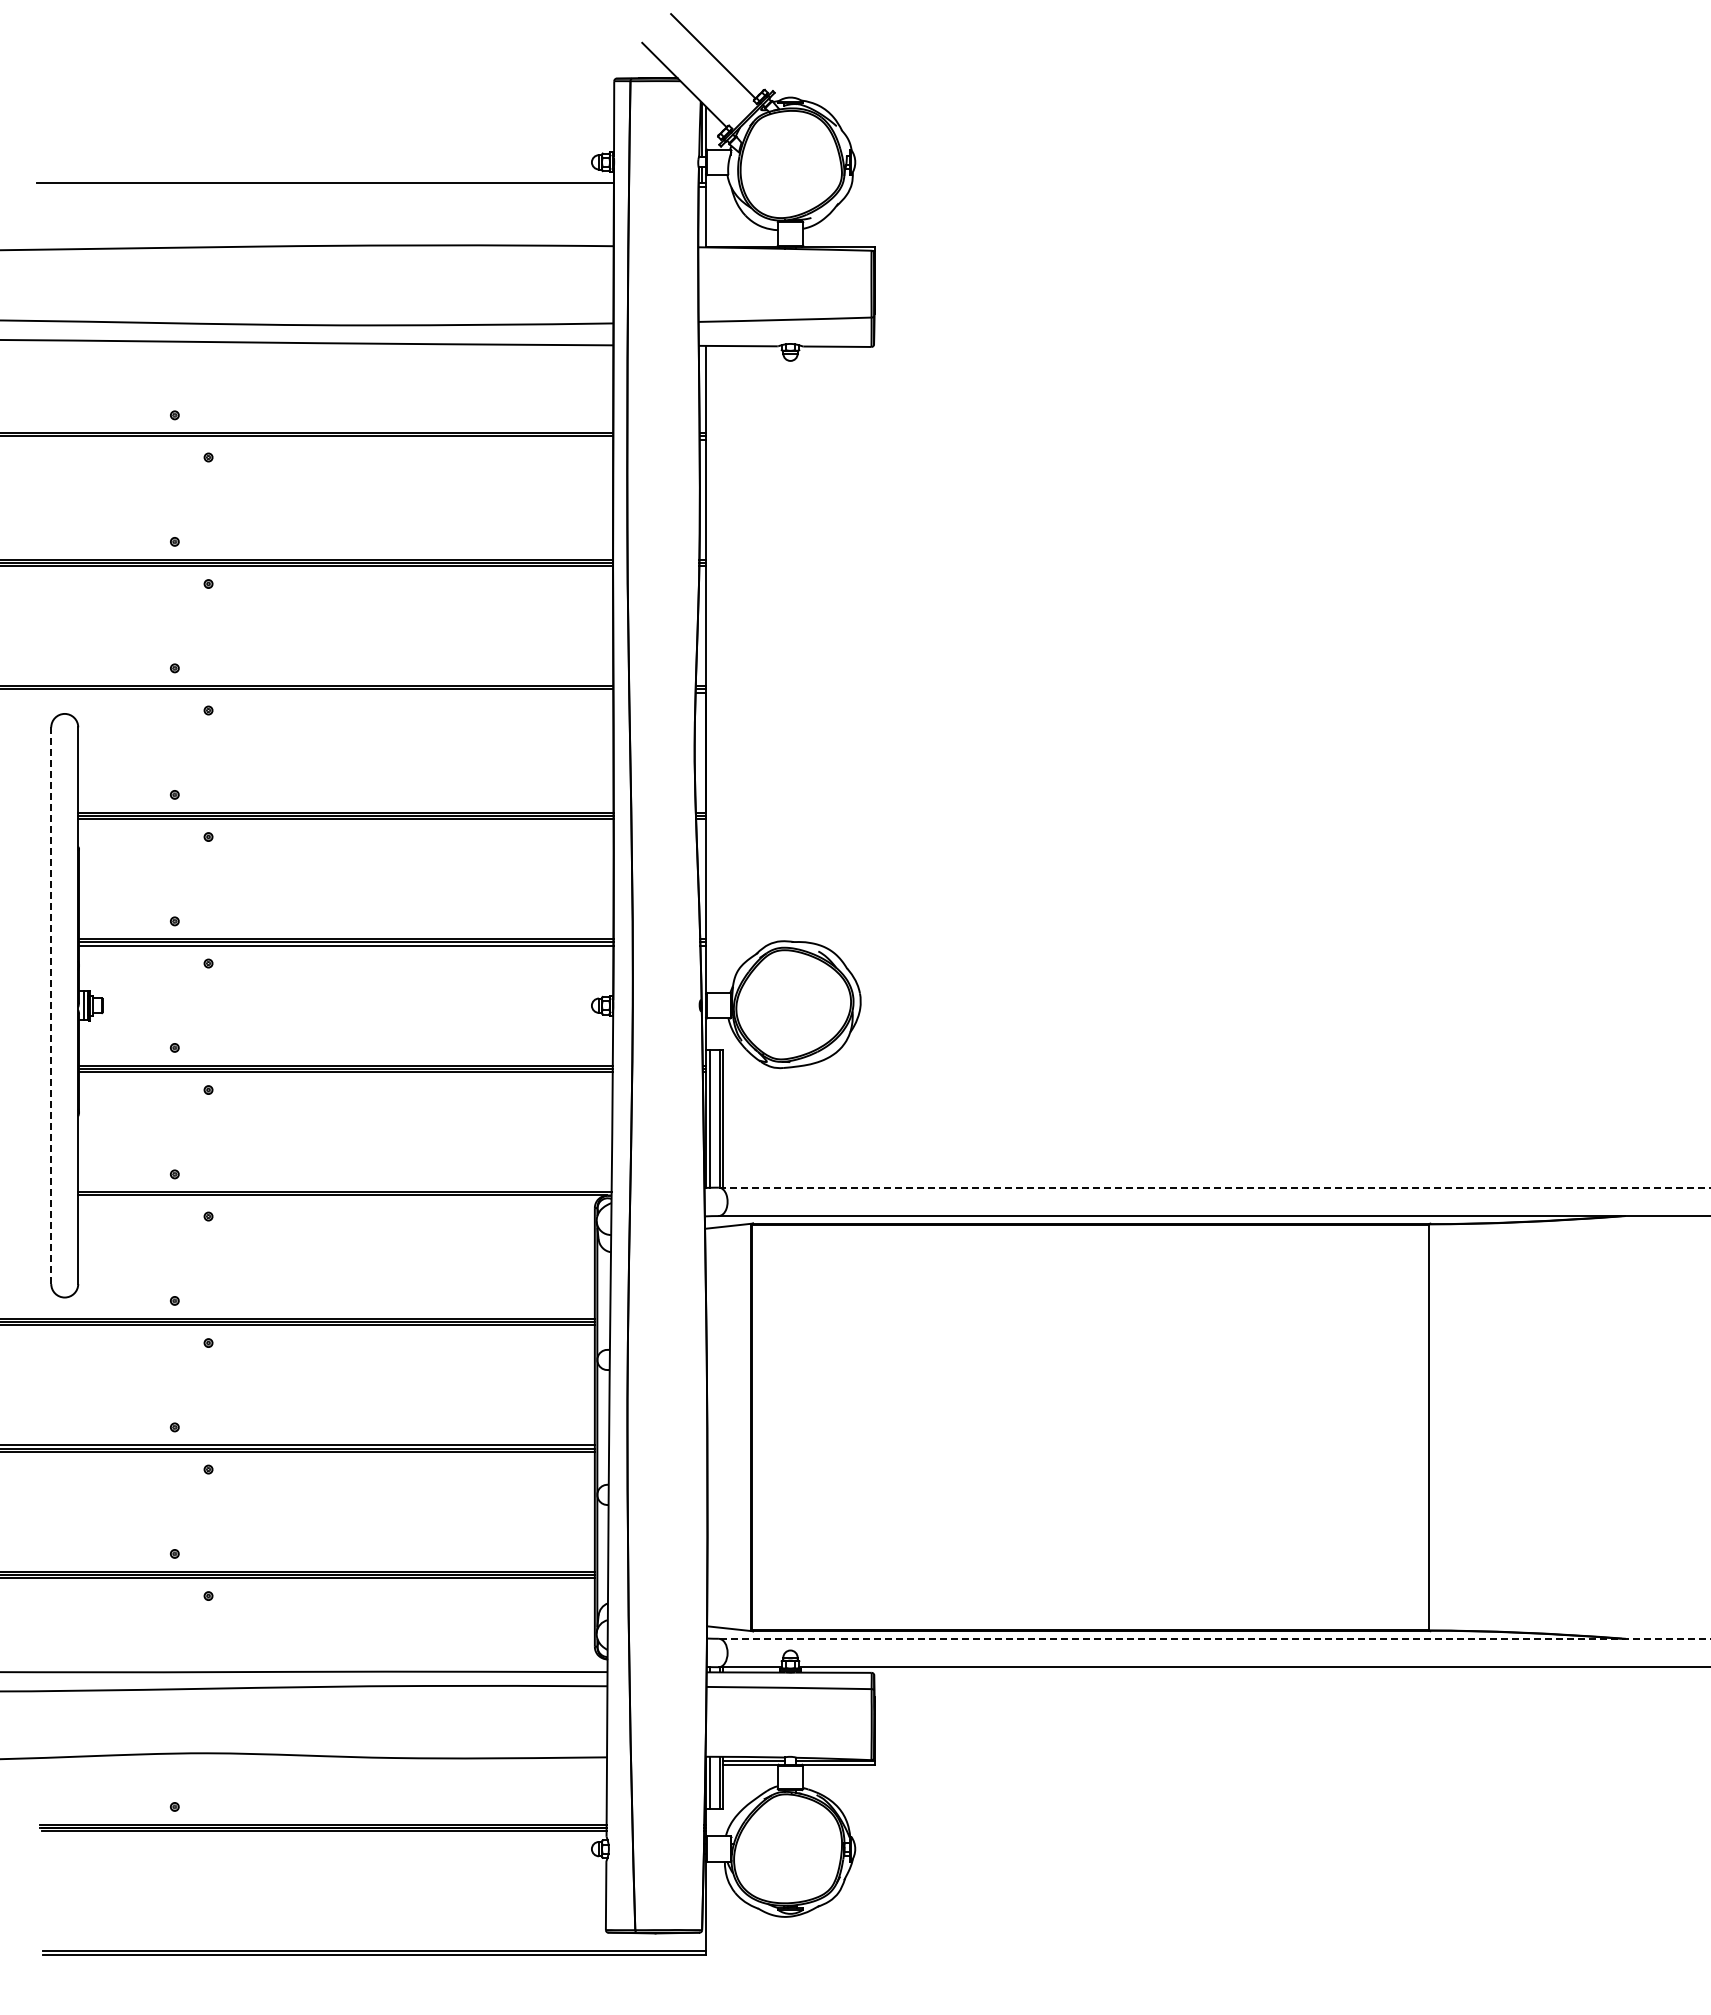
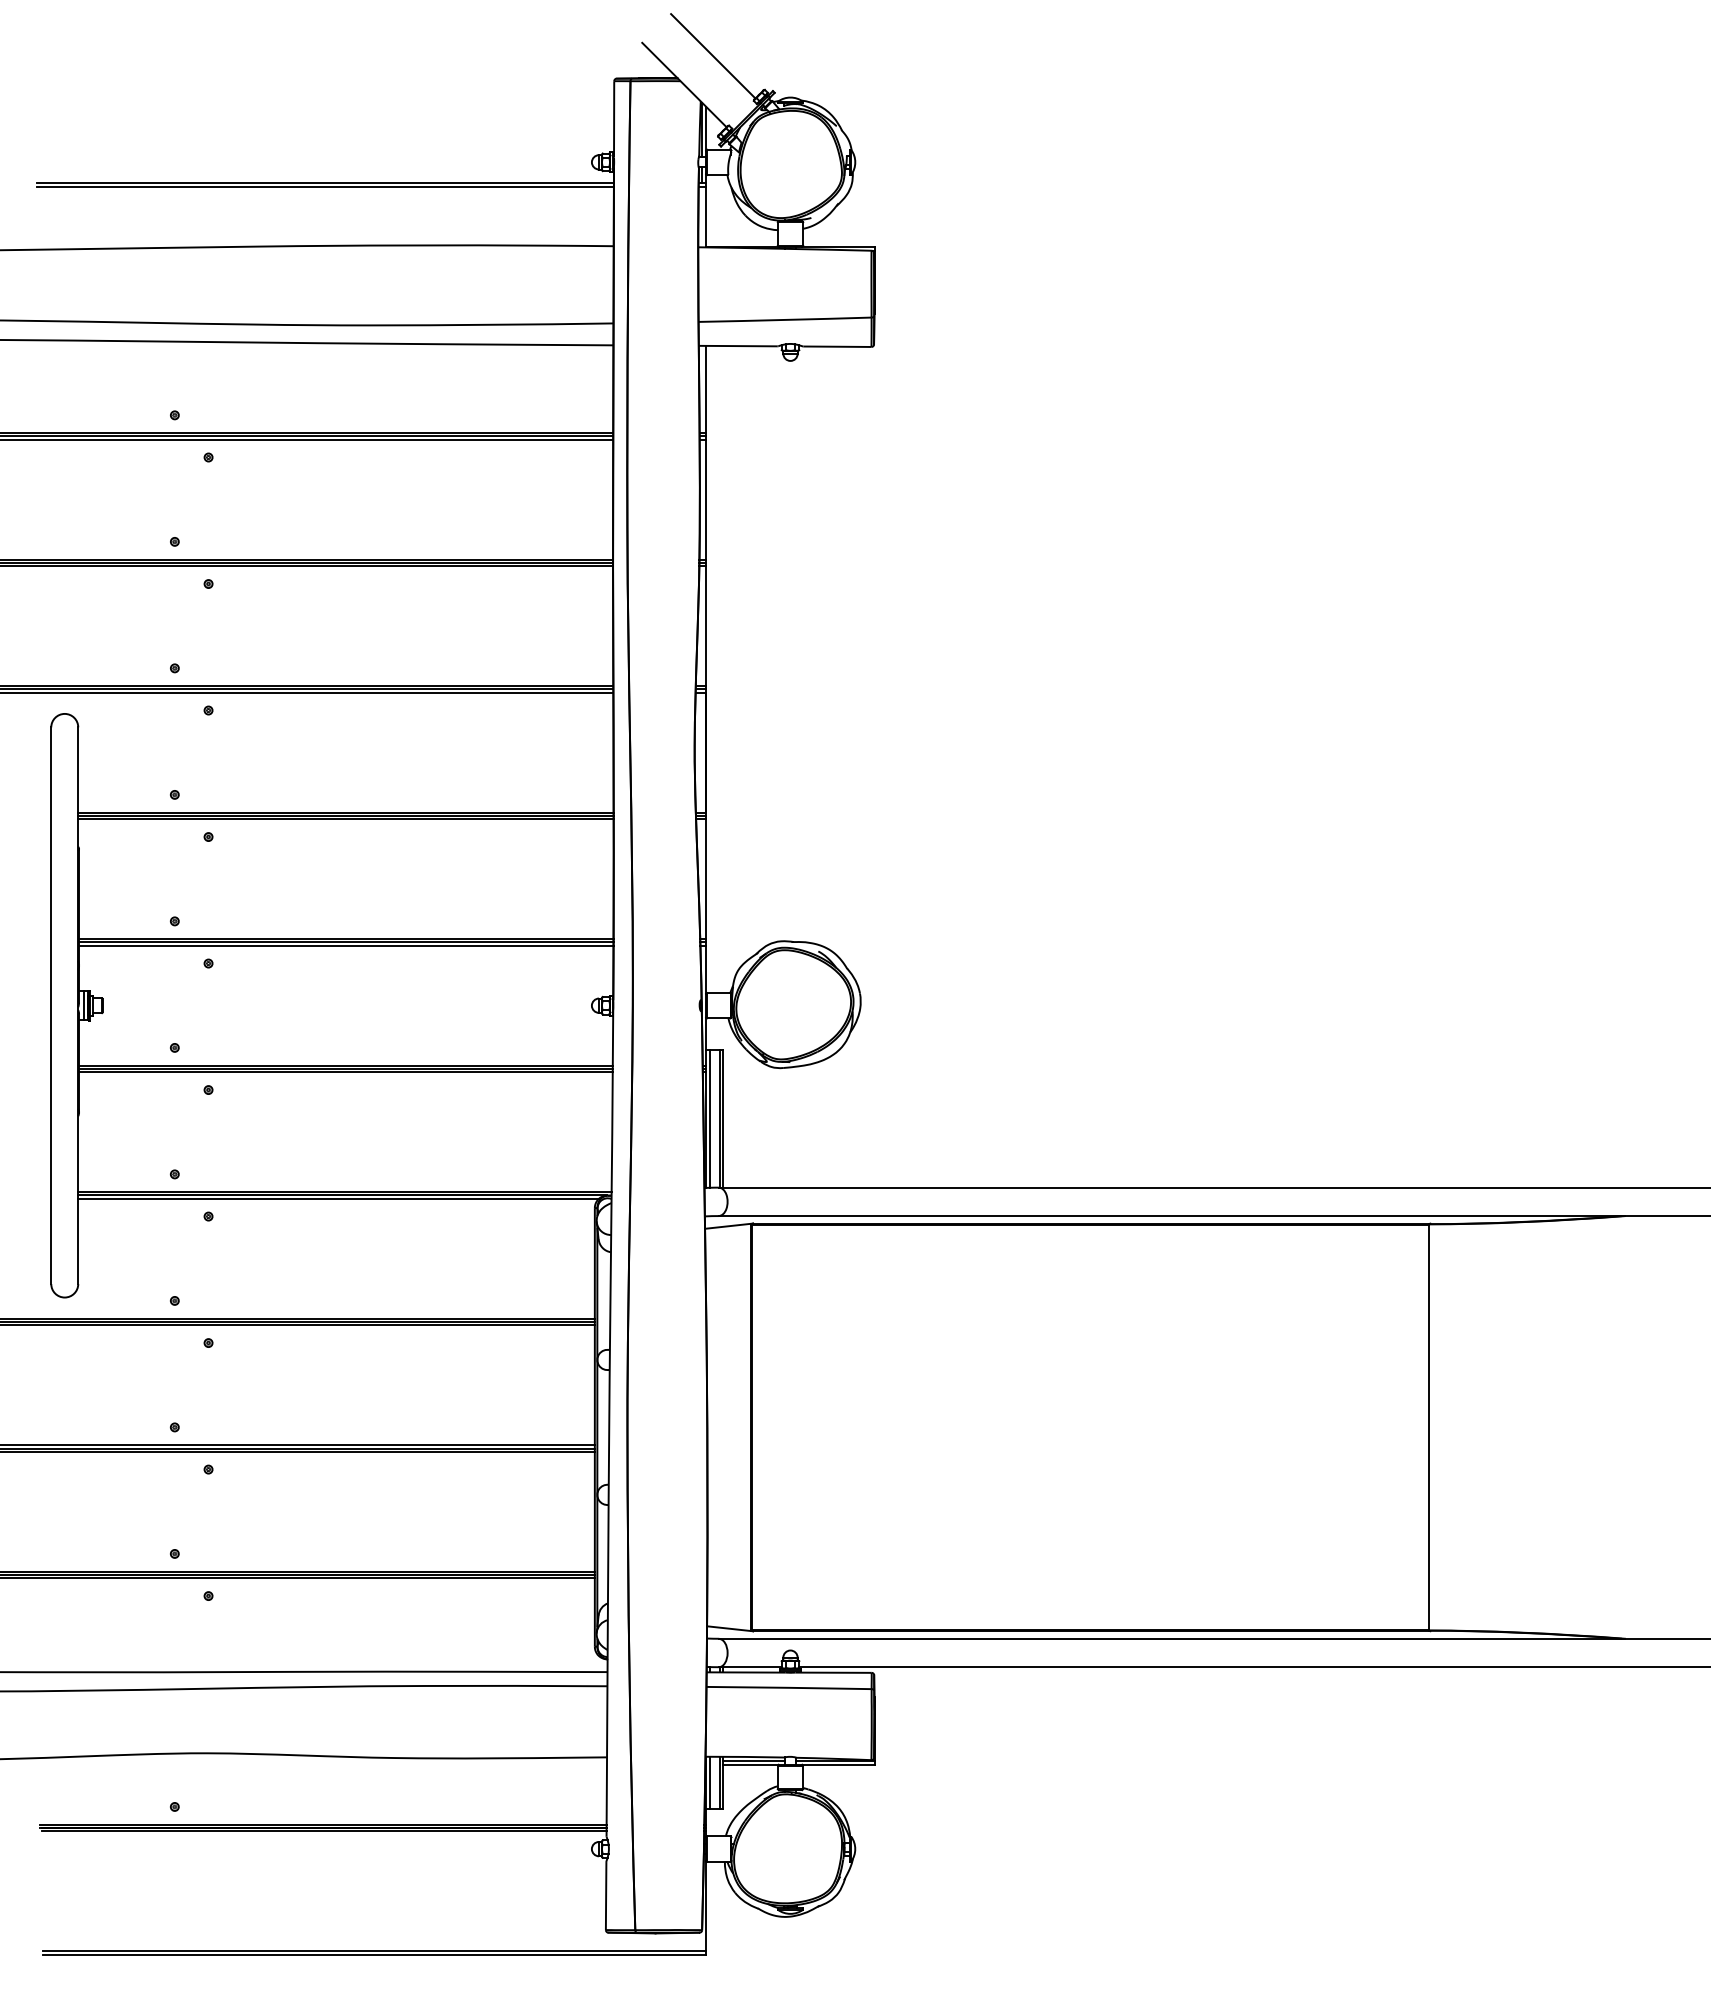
line at (324, 186): none -> present
line at (307, 439): none -> present
line at (307, 692): none -> present
line at (51, 1006): dashed -> solid
line at (1214, 1187): dashed -> solid
line at (338, 1198): none -> present
line at (1214, 1638): dashed -> solid
